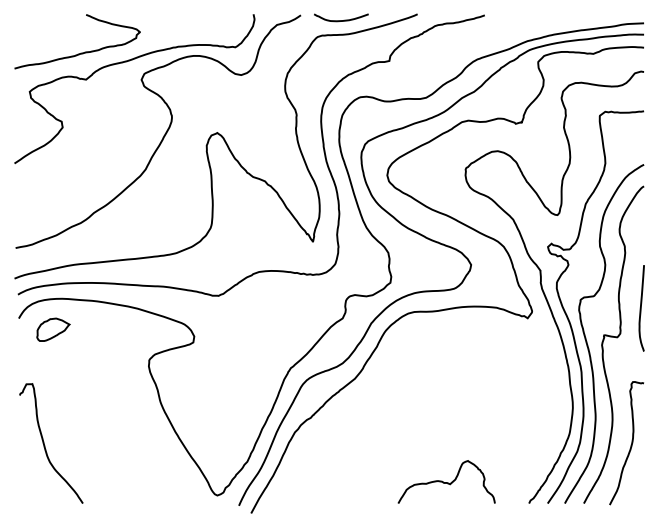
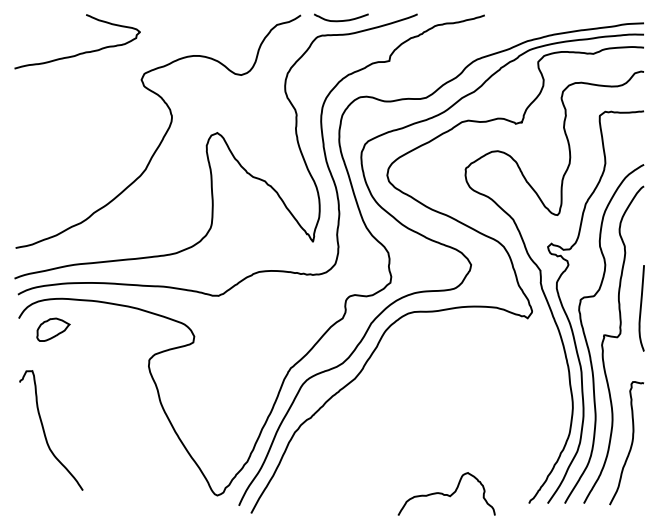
curve at (126, 62): present -> none
curve at (45, 445) position: (45, 445) -> (45, 432)
curve at (446, 482) position: (446, 482) -> (446, 494)
